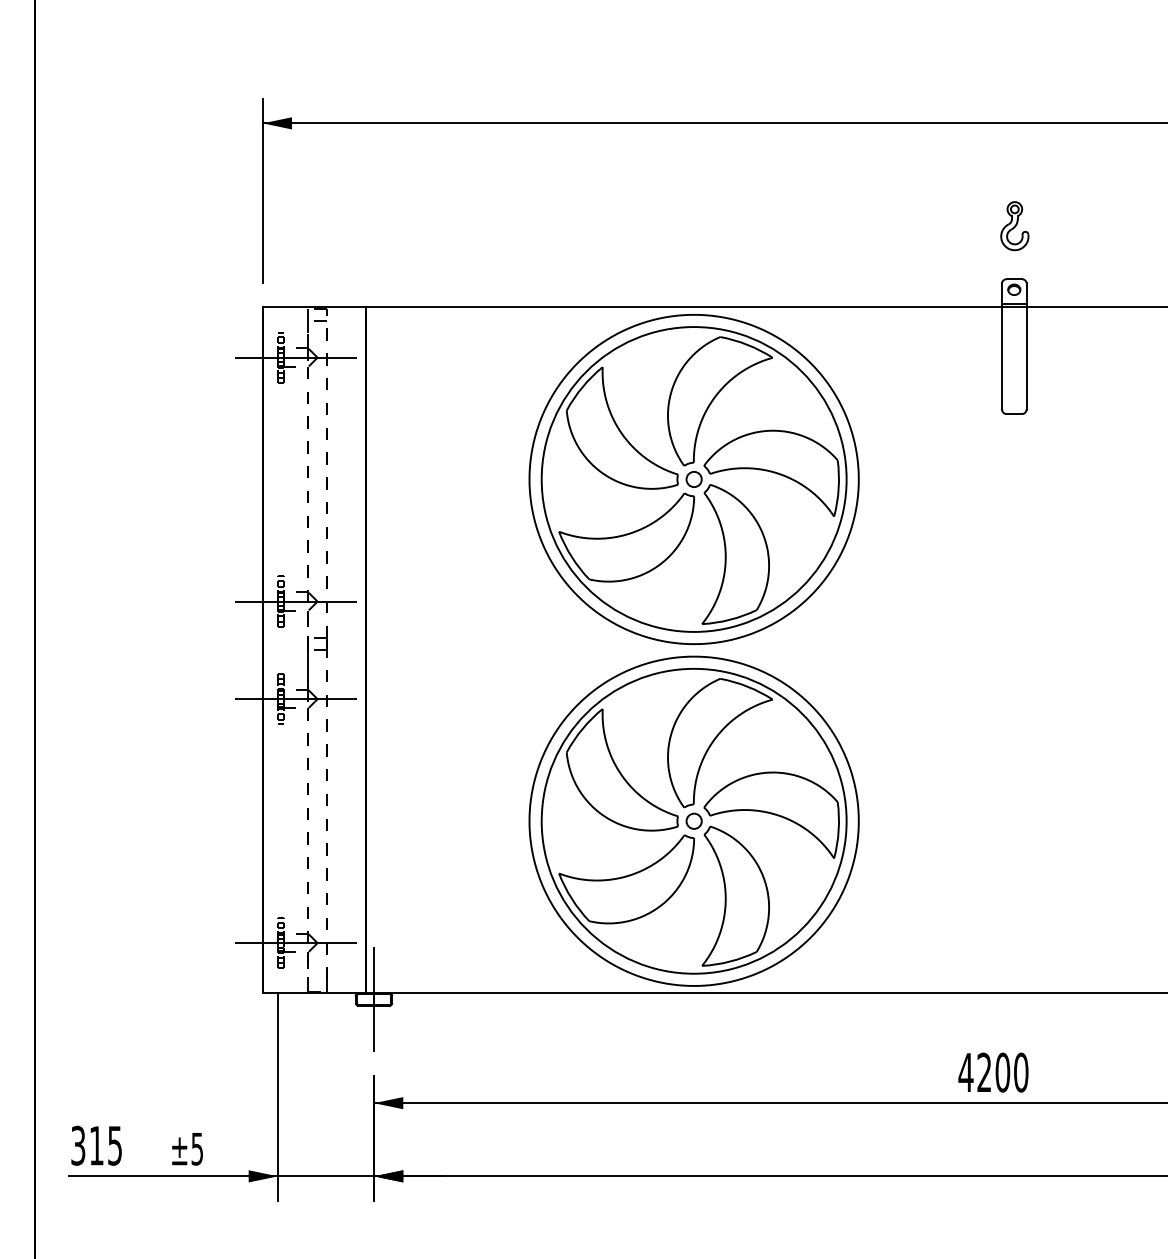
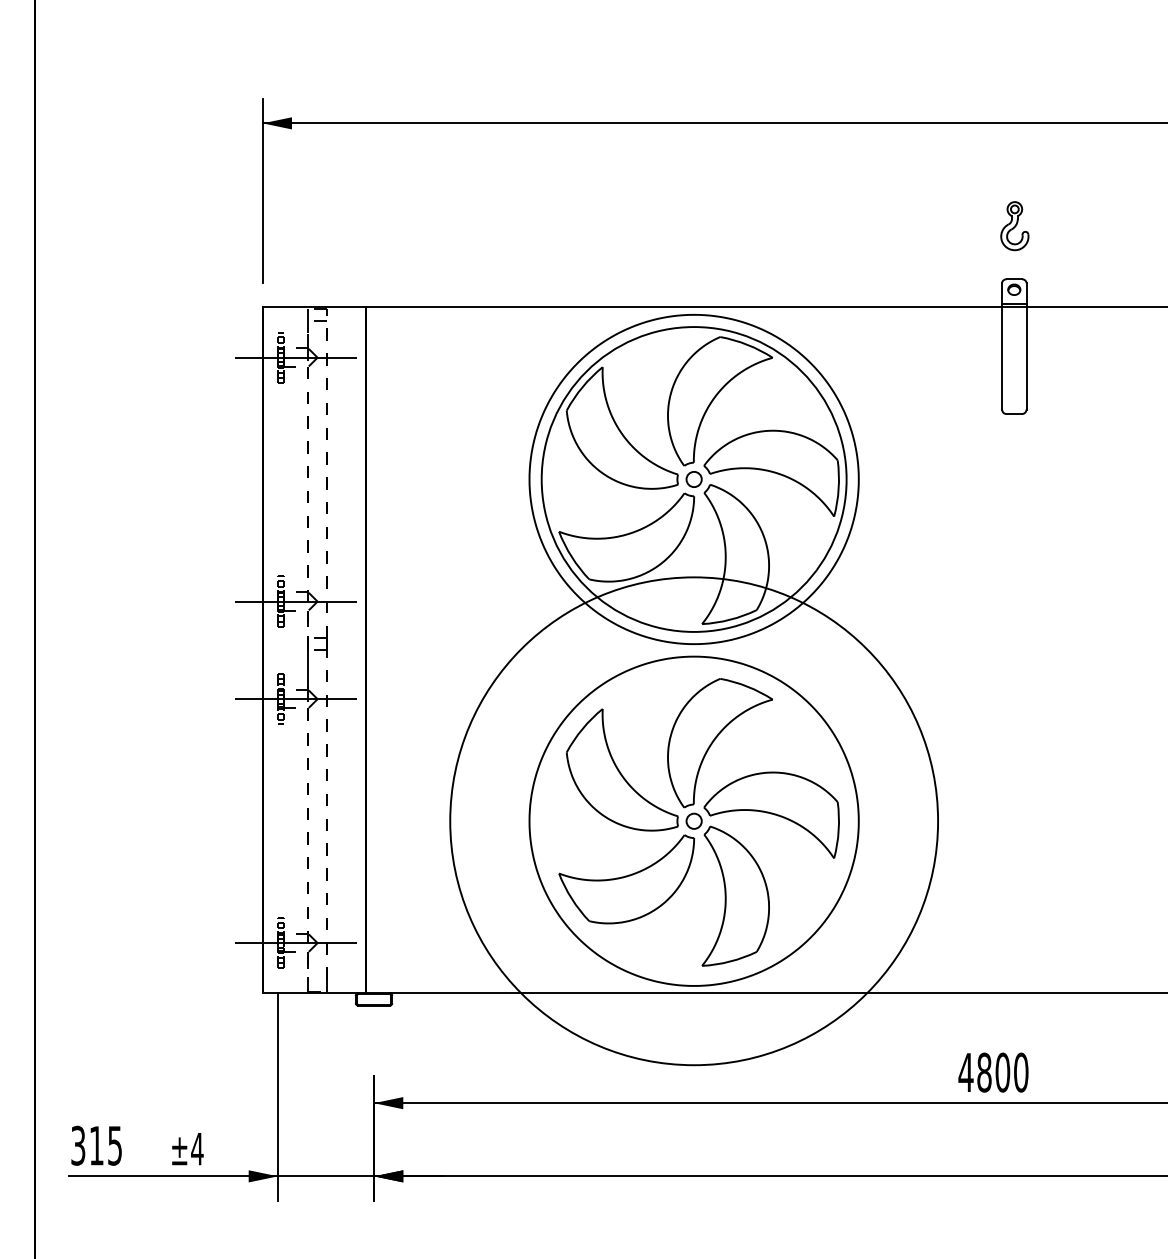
circle at (693, 820) diameter: 305 px -> 488 px
line at (374, 999): present -> none
text at (984, 1072): 4200 -> 4800
text at (197, 1149): ±5 -> ±4
